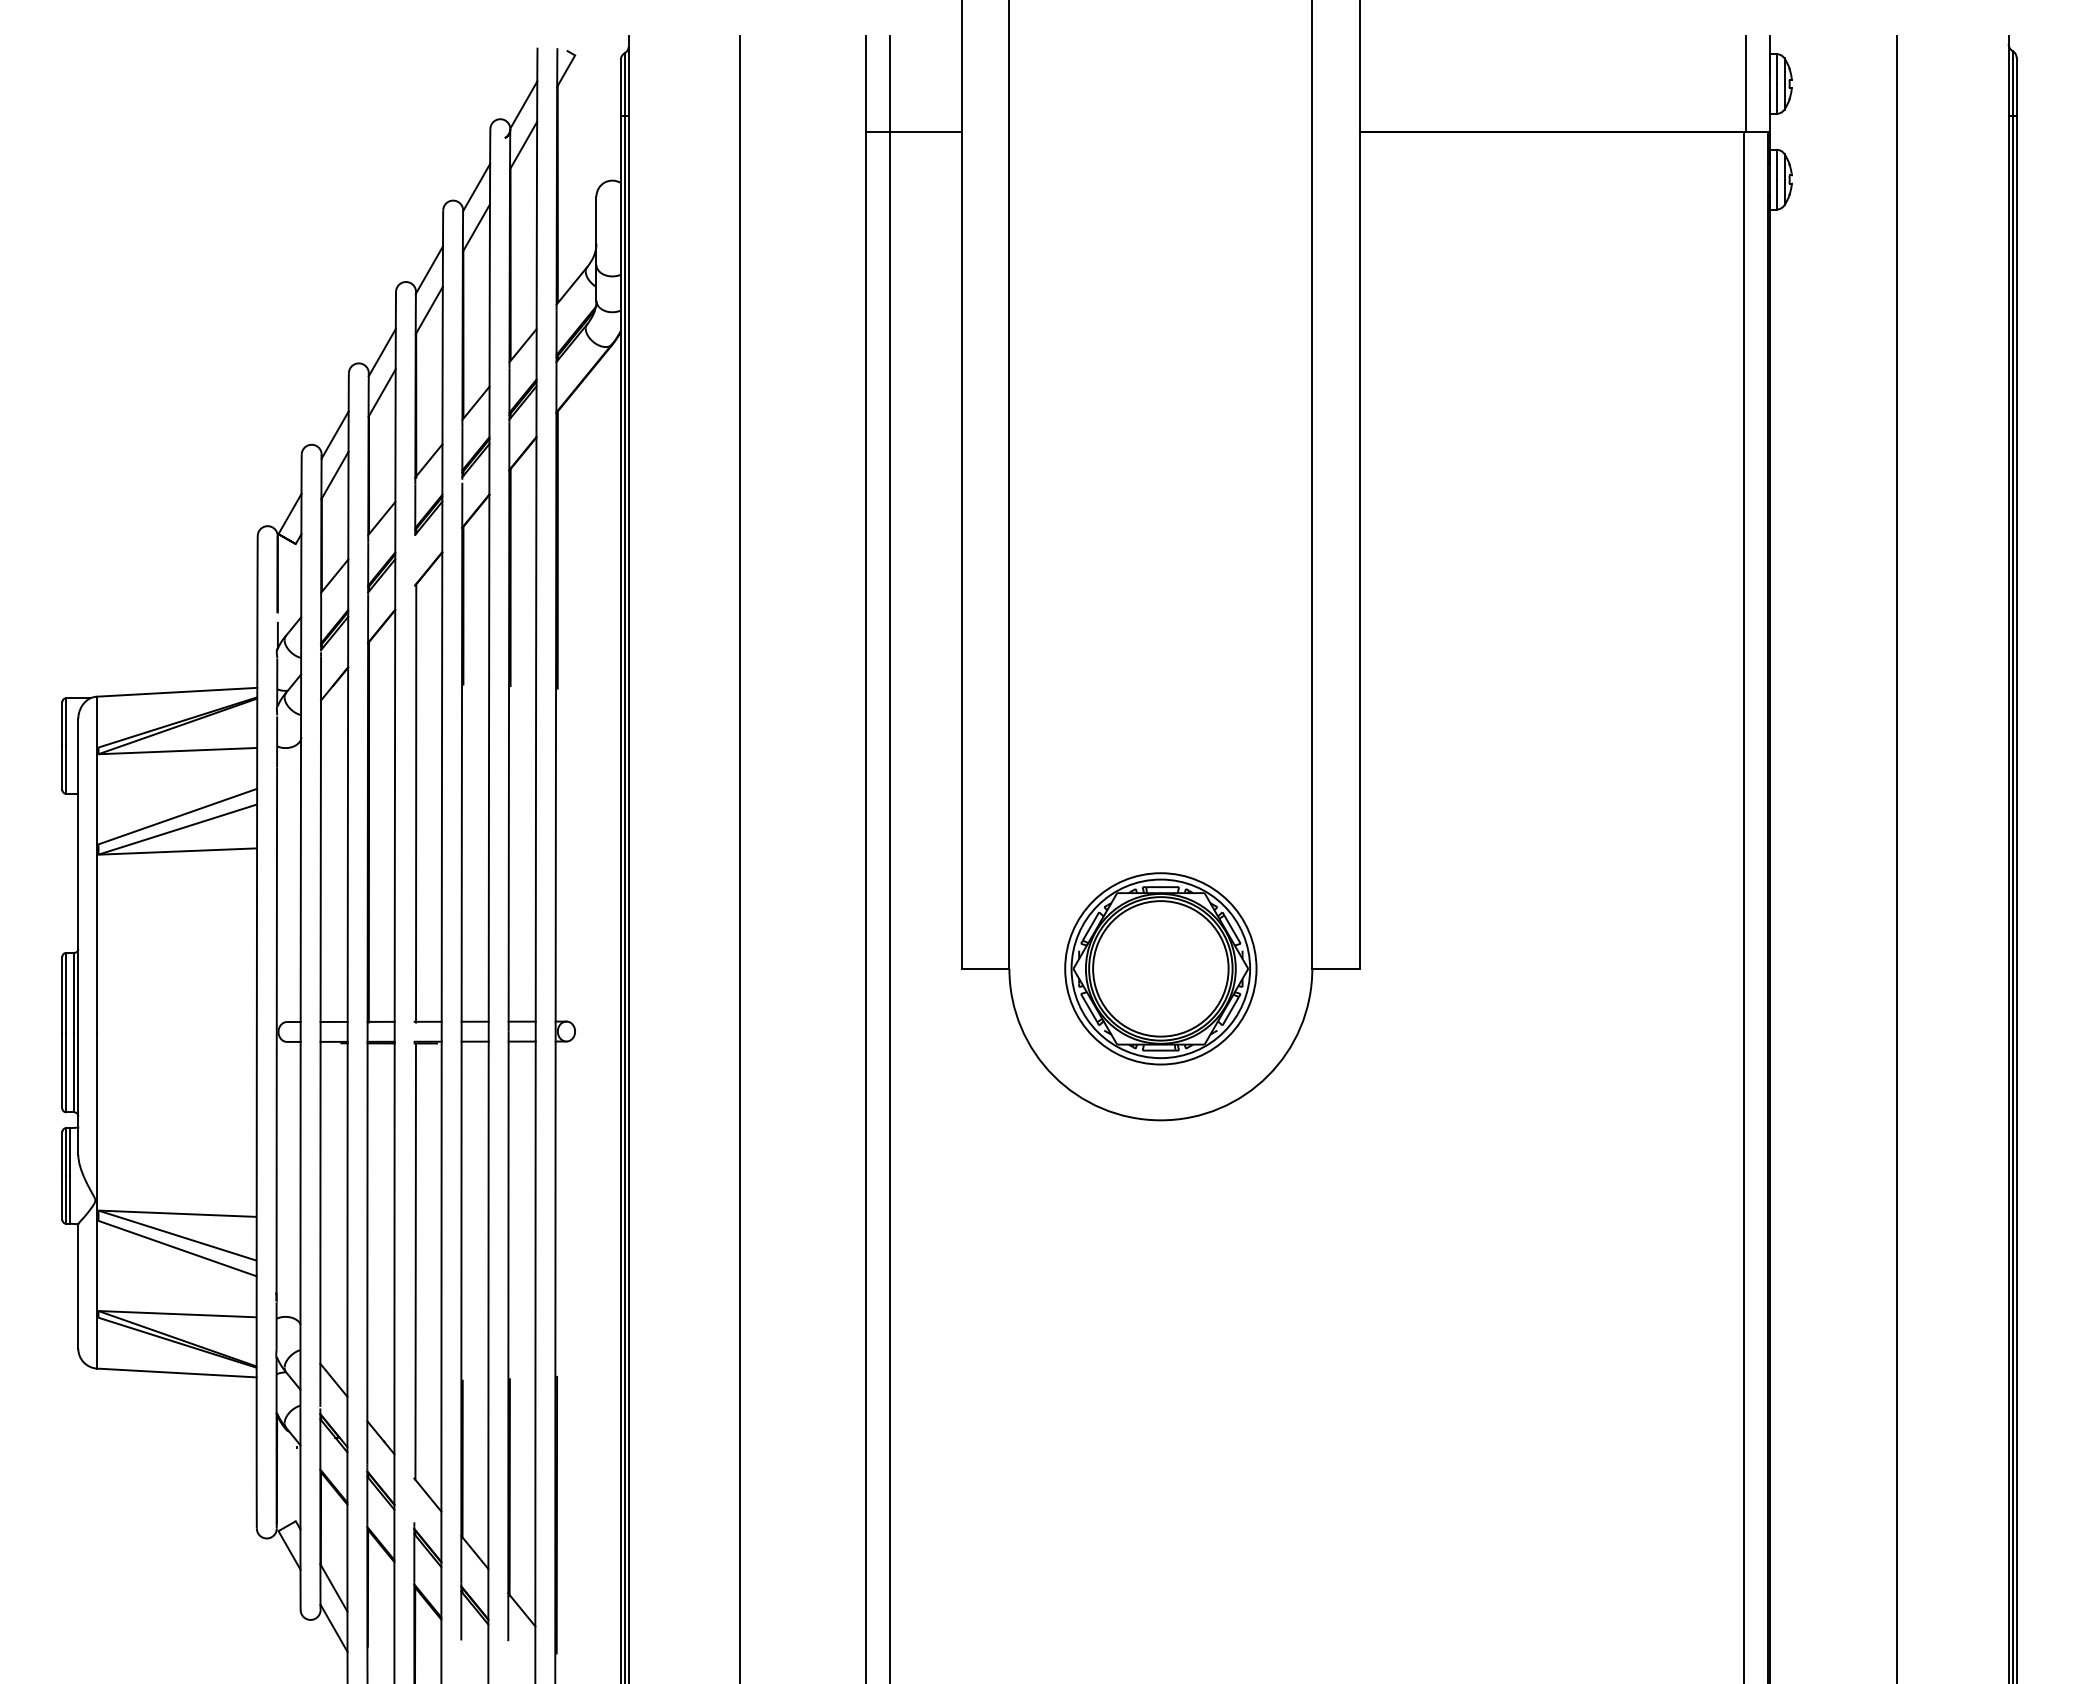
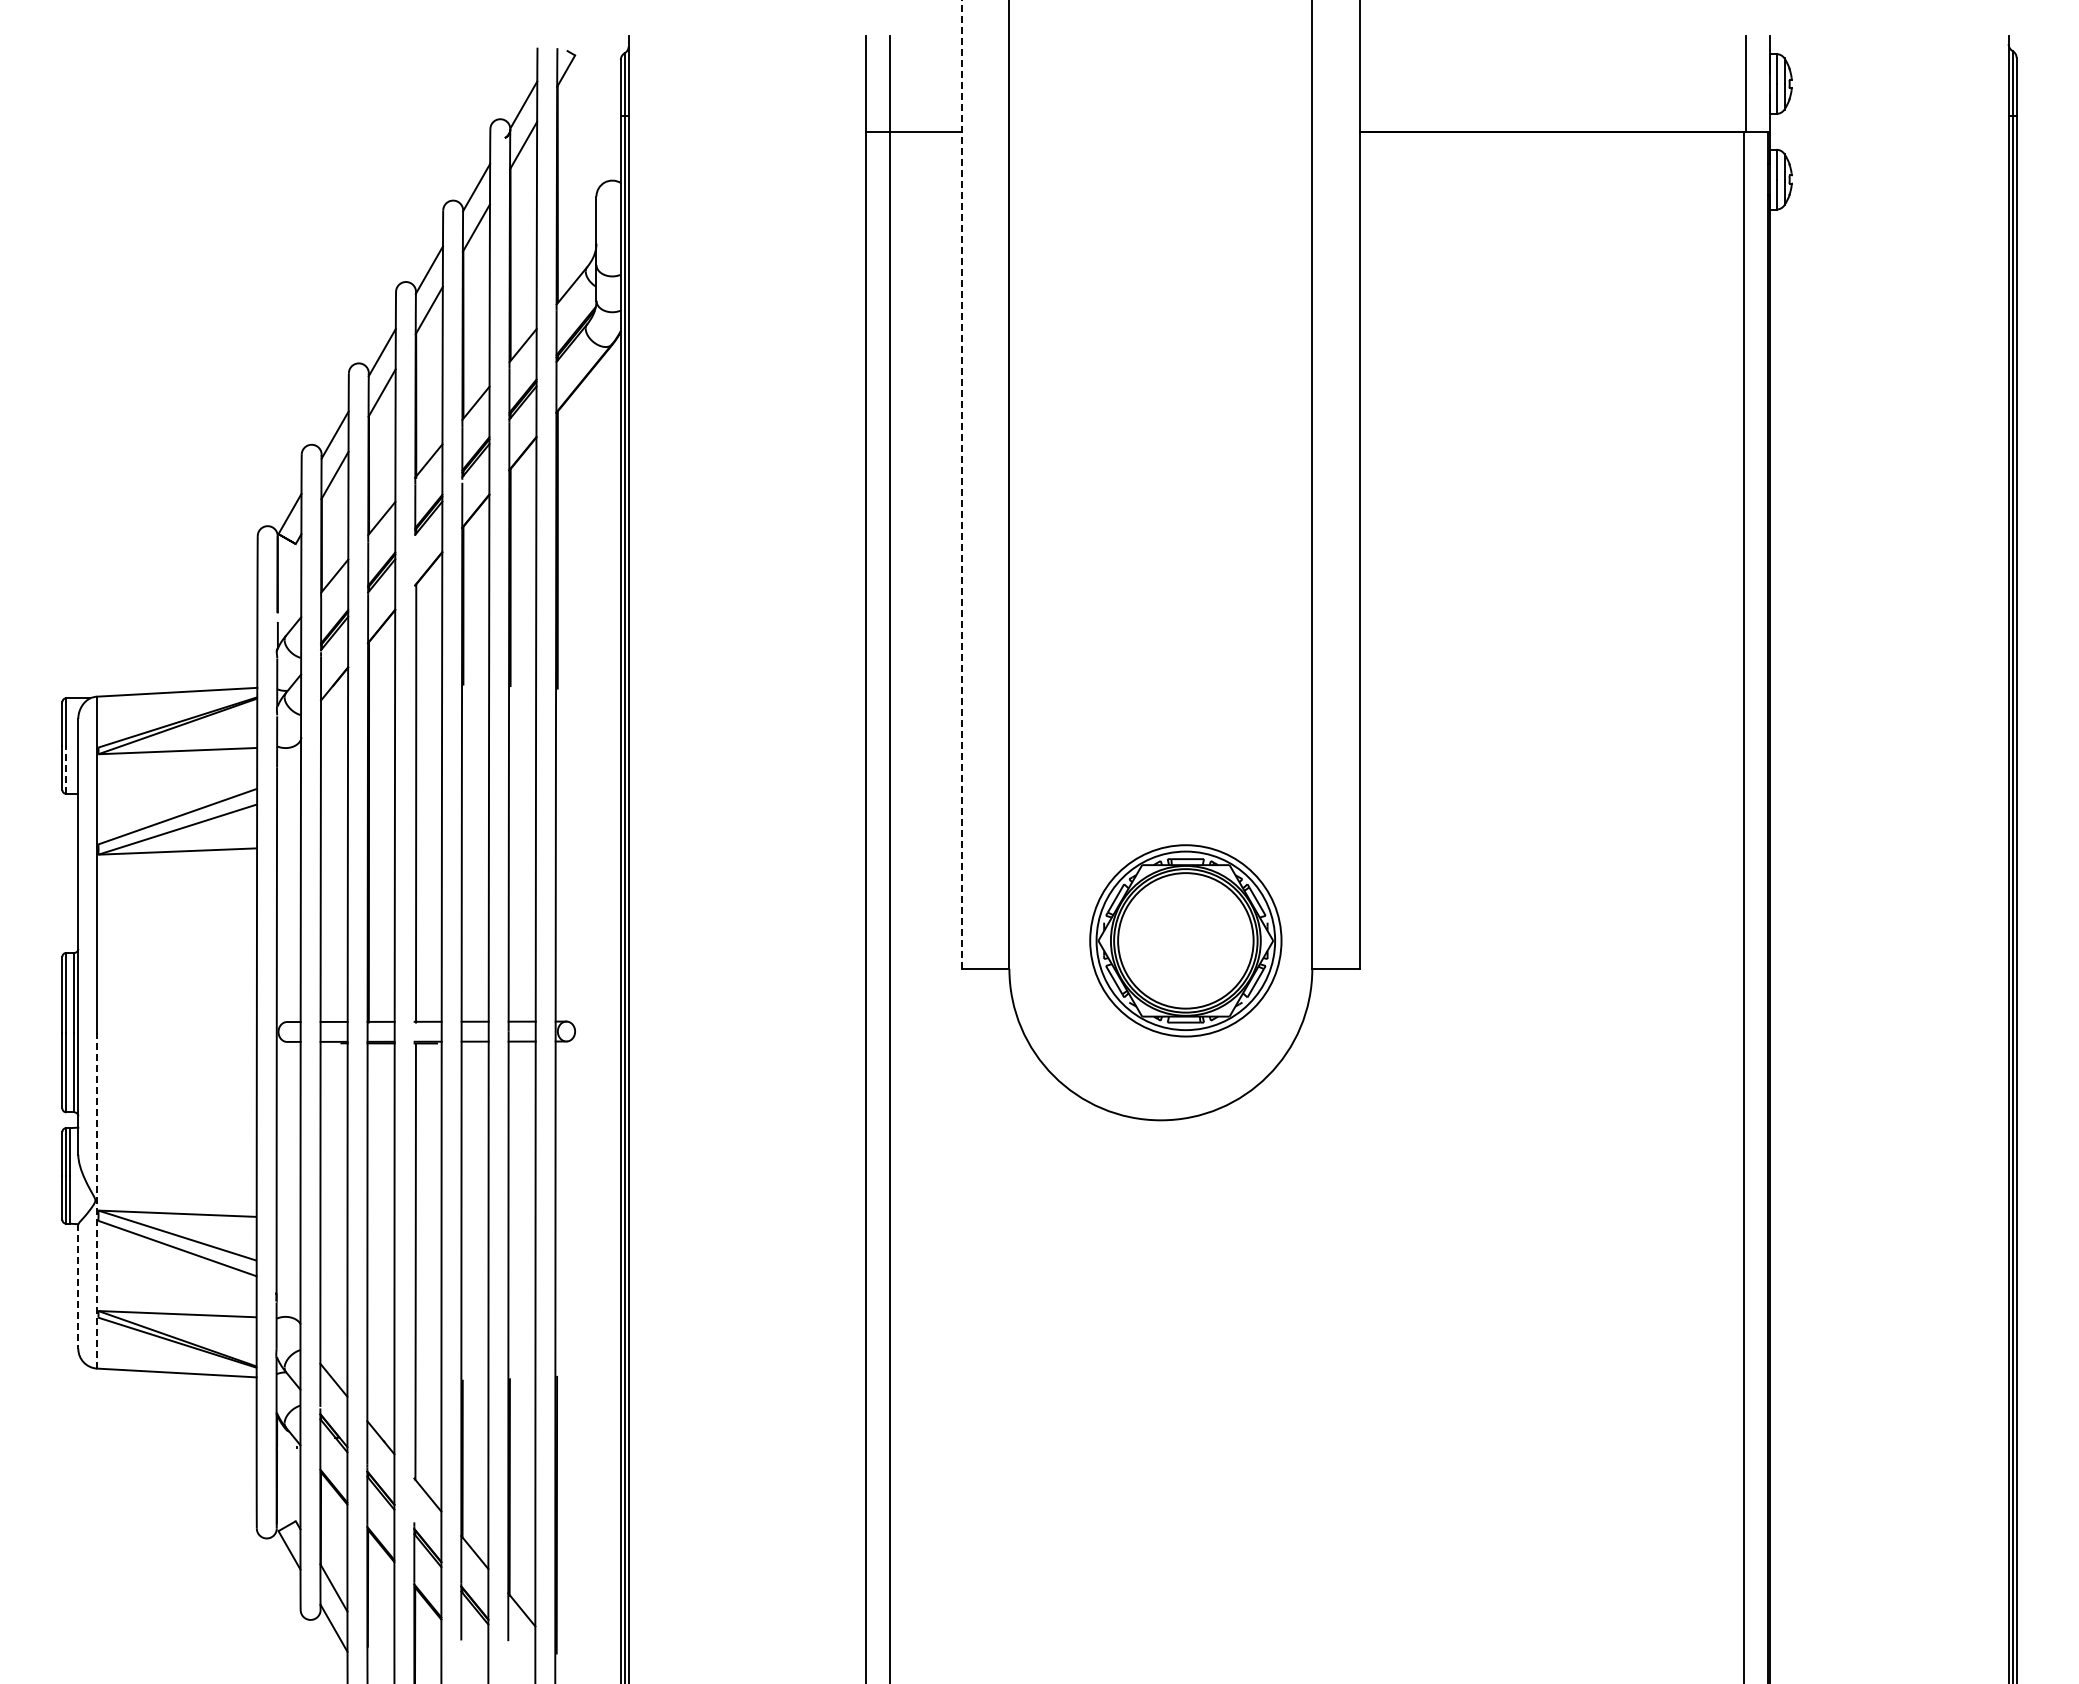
line at (961, 484): solid -> dashed
line at (66, 769): solid -> dashed
line at (740, 858): present -> none
line at (1897, 858): present -> none
part at (1160, 968) position: (1160, 968) -> (1185, 940)
line at (97, 1200): solid -> dashed
line at (78, 1286): solid -> dashed
